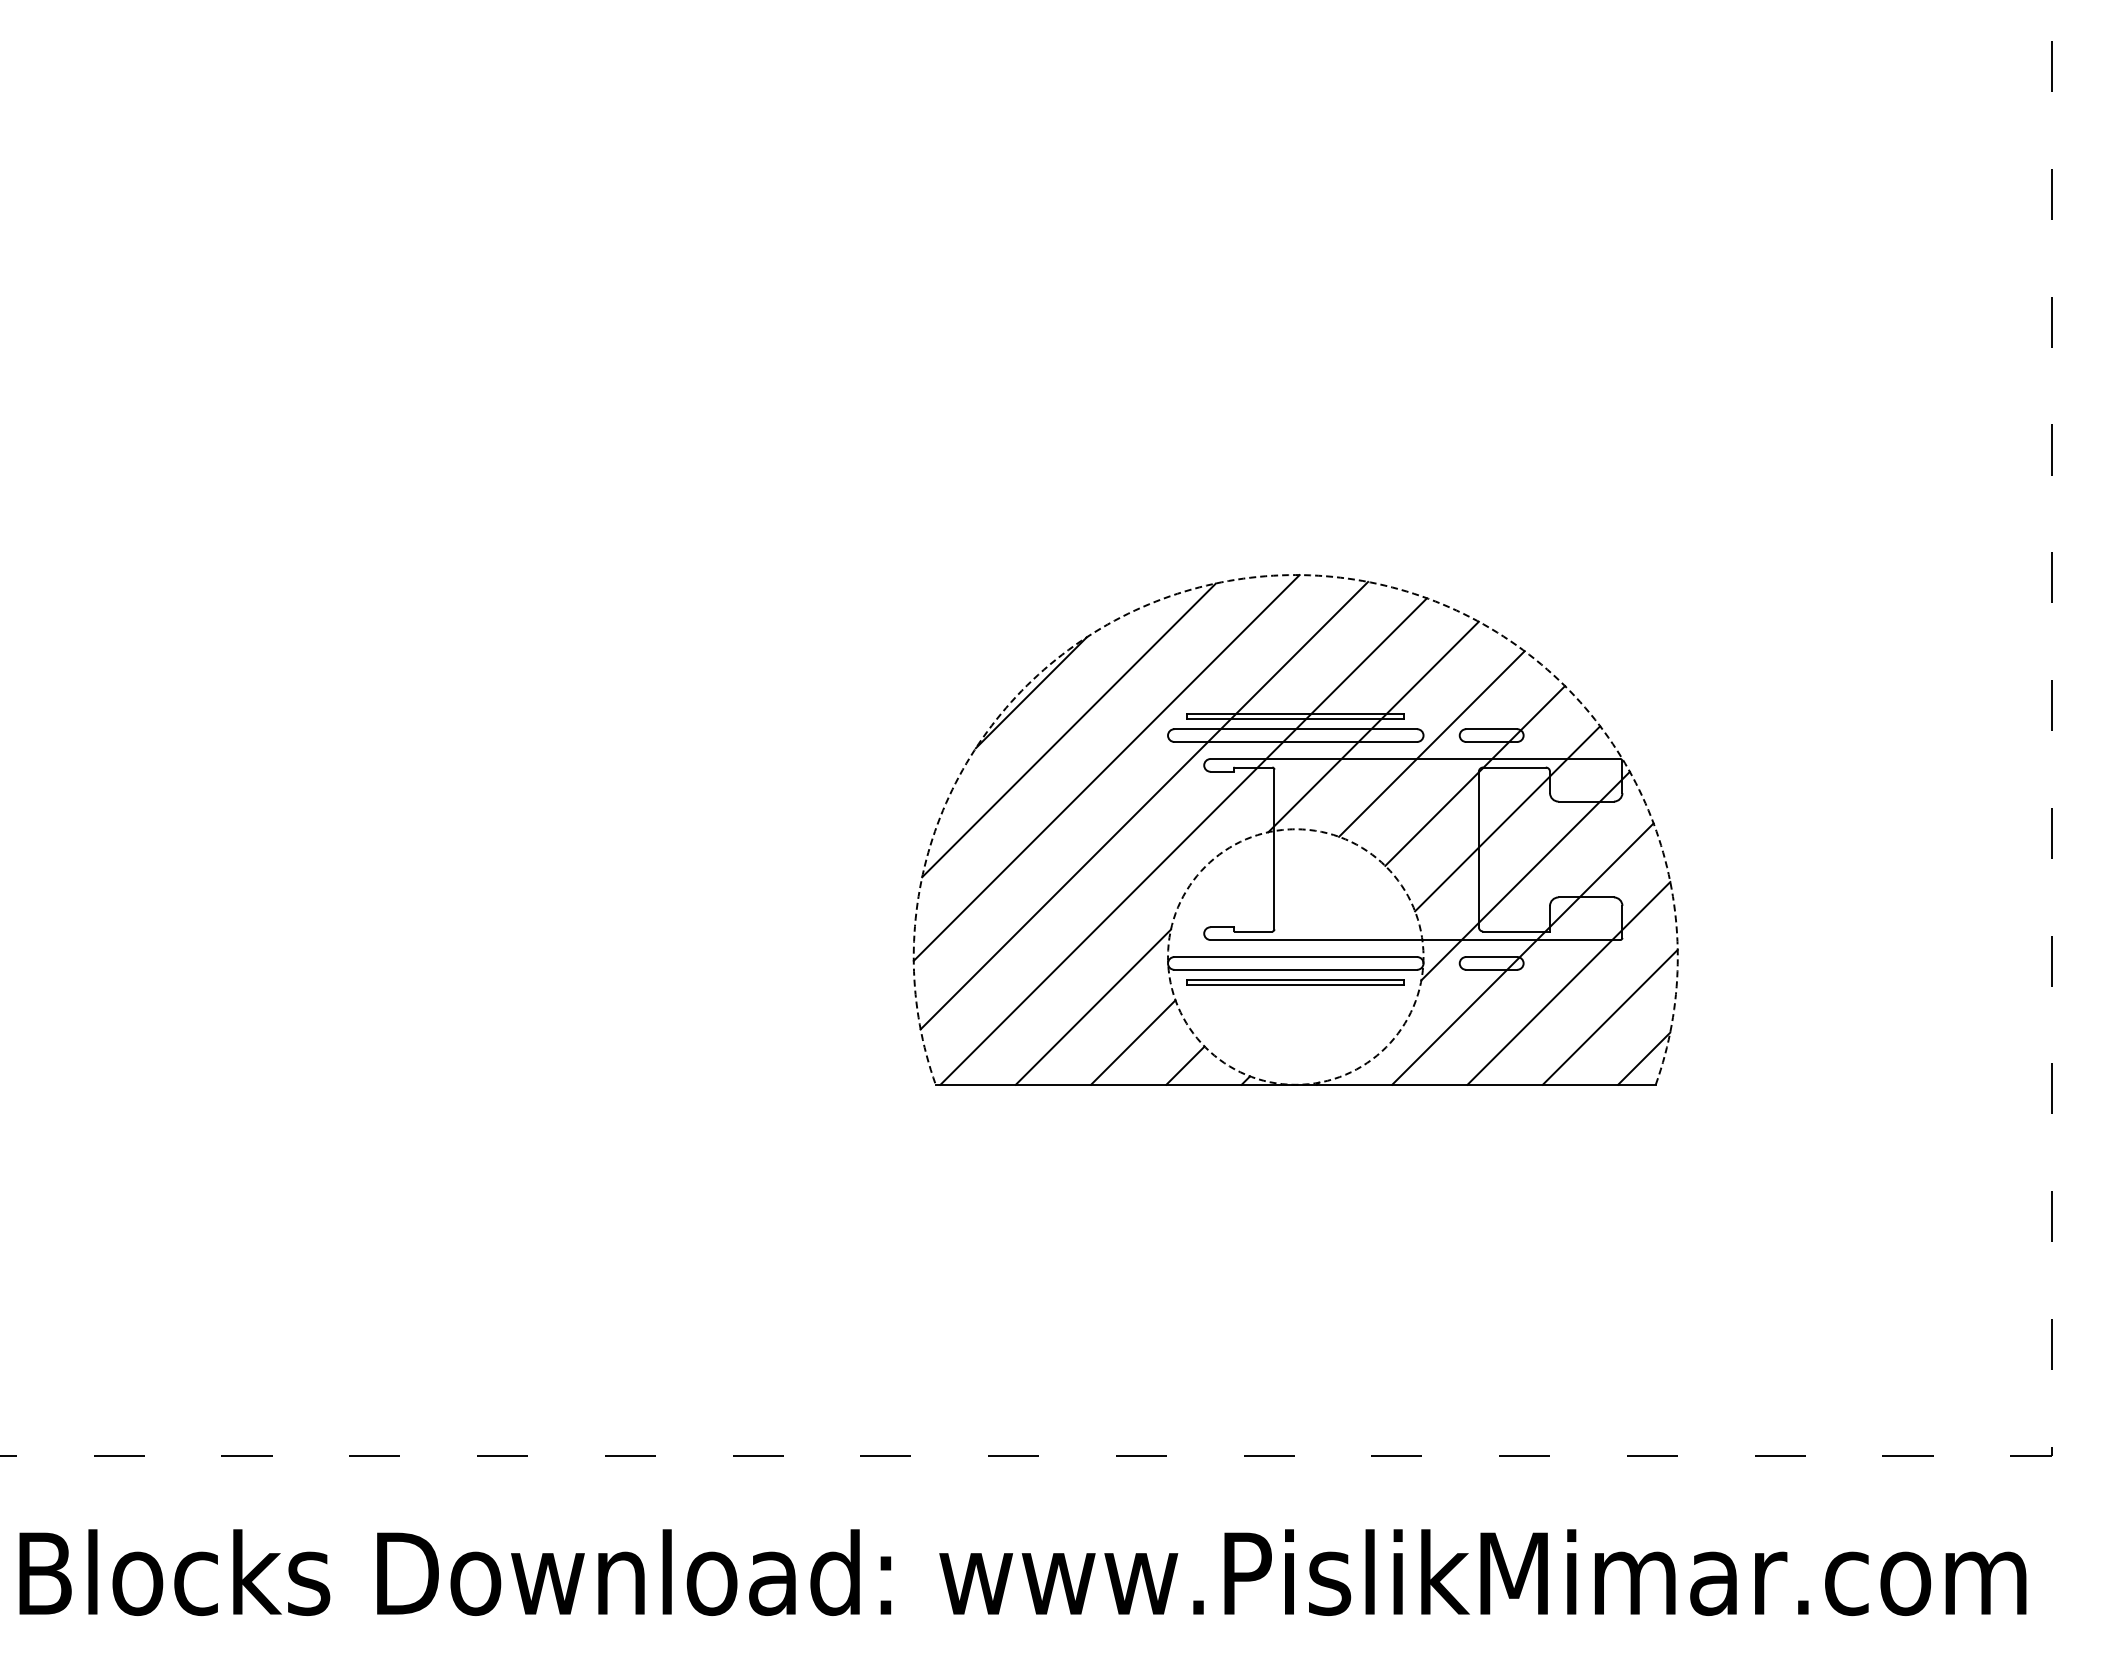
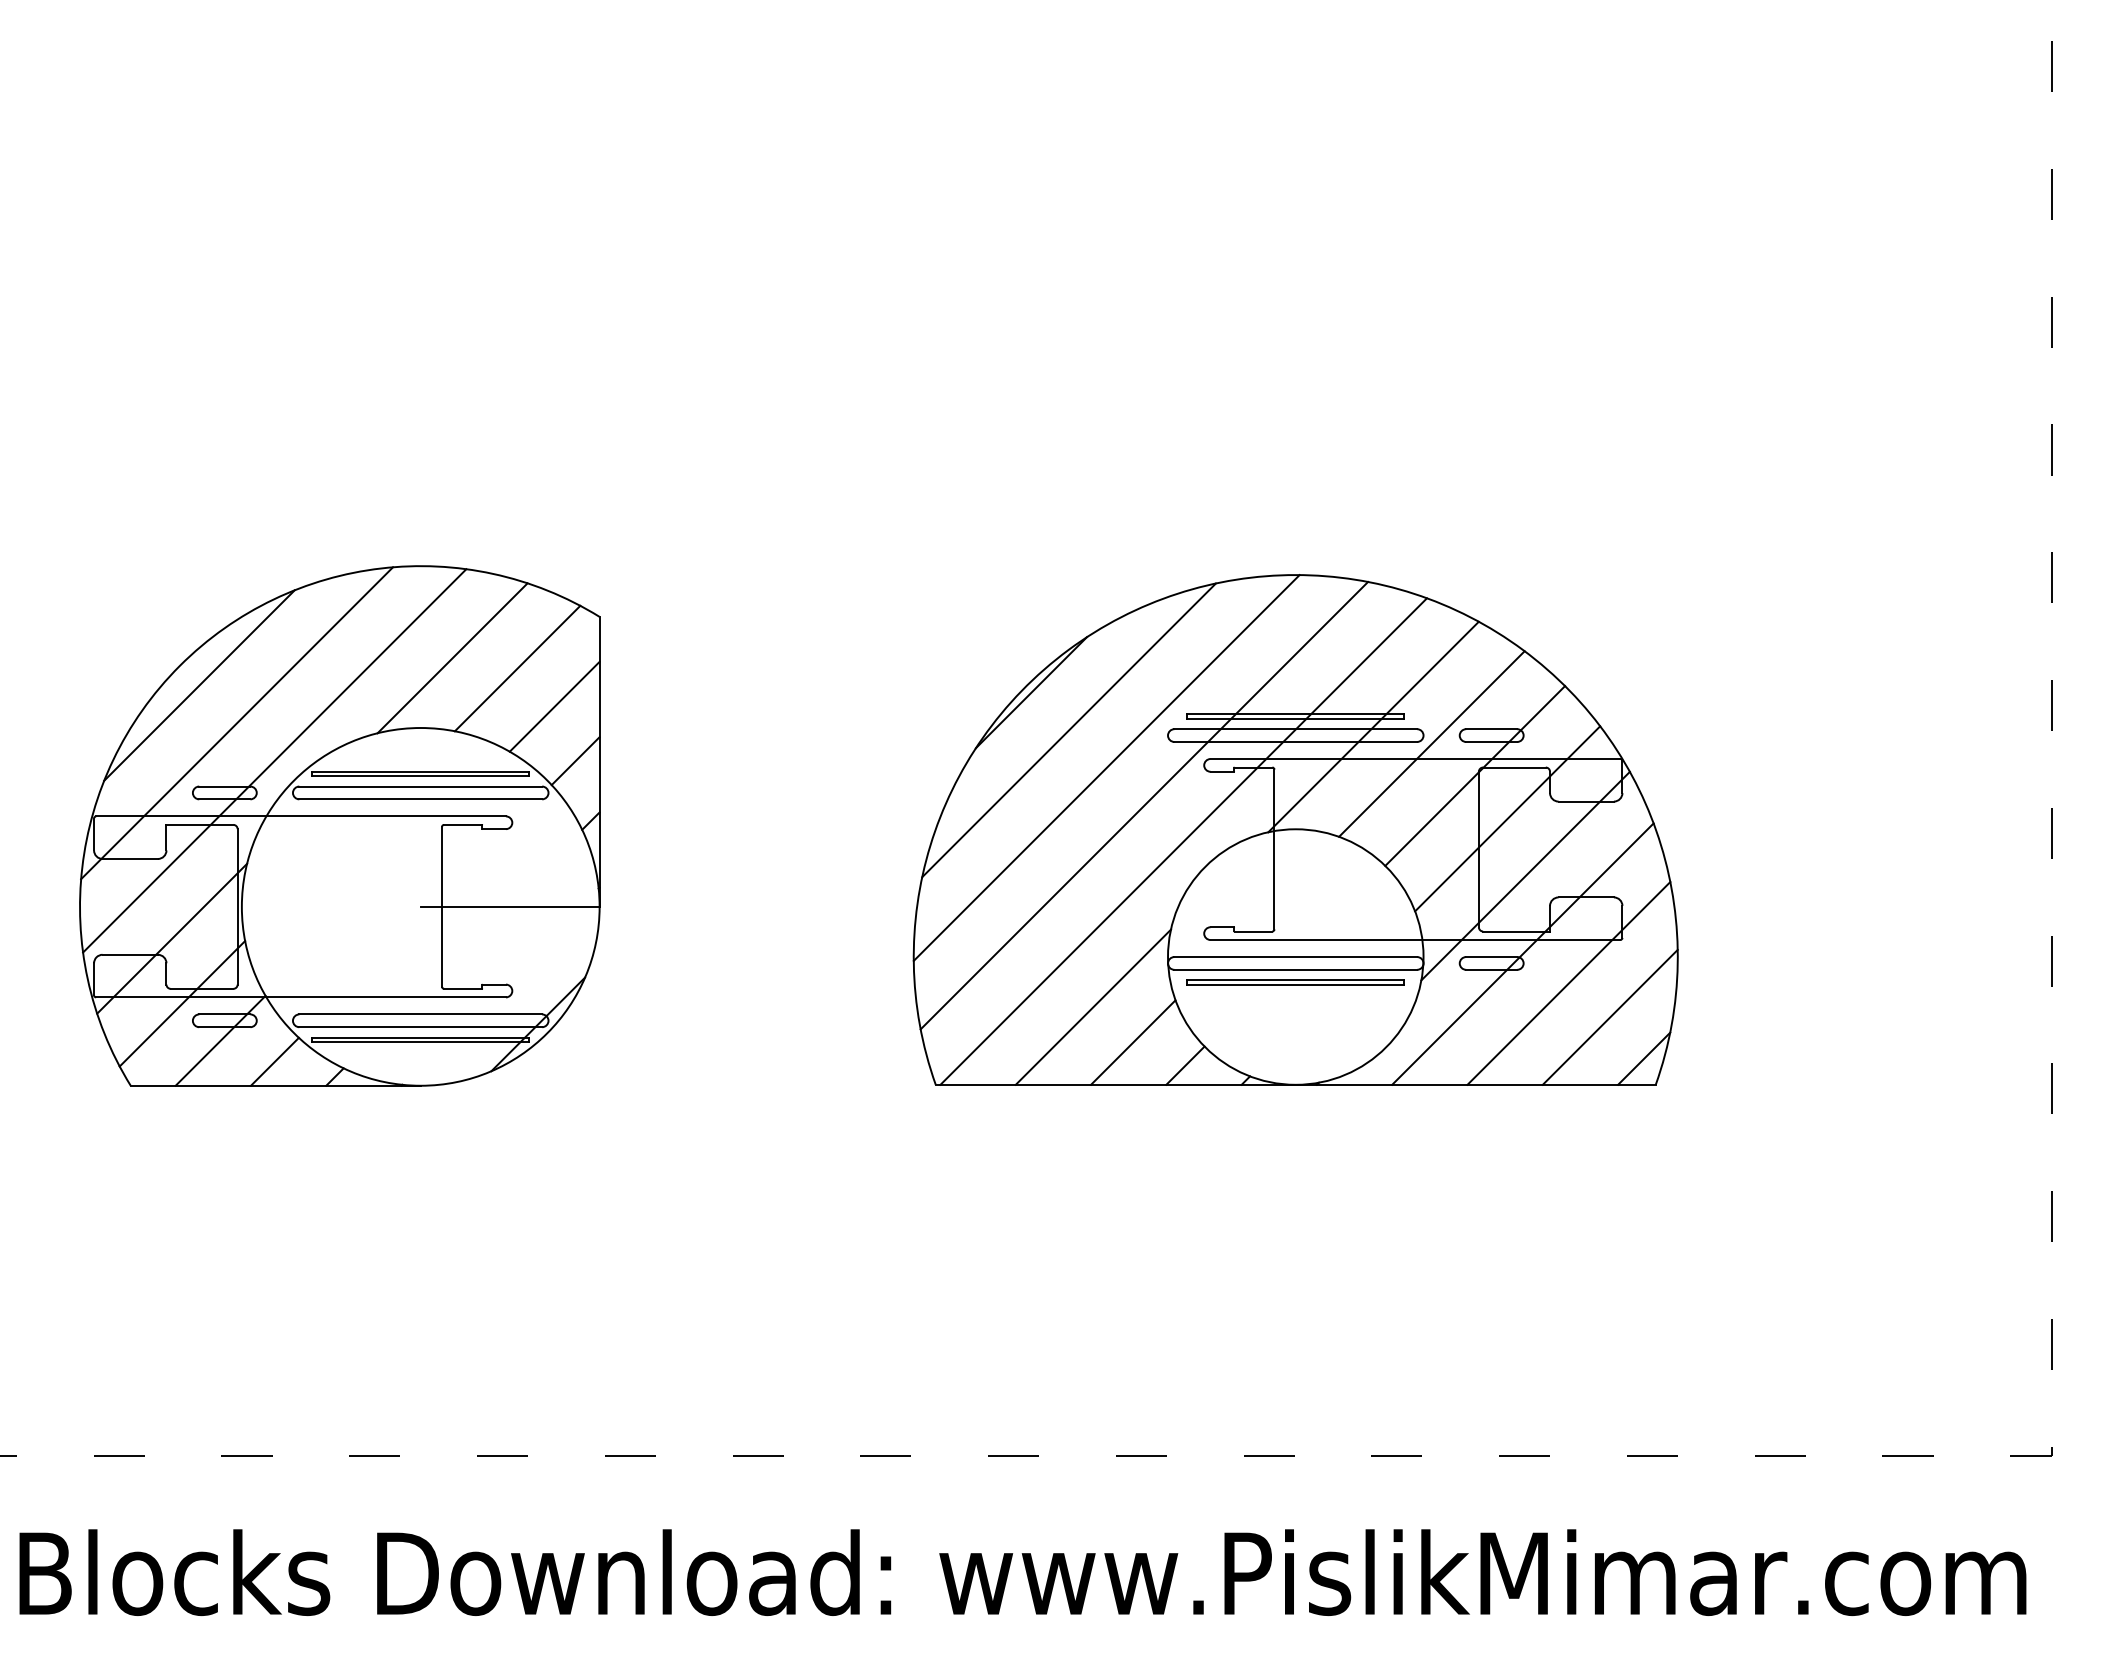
arc at (1295, 575): dashed -> solid
part at (339, 825): none -> present
circle at (1295, 956): dashed -> solid
